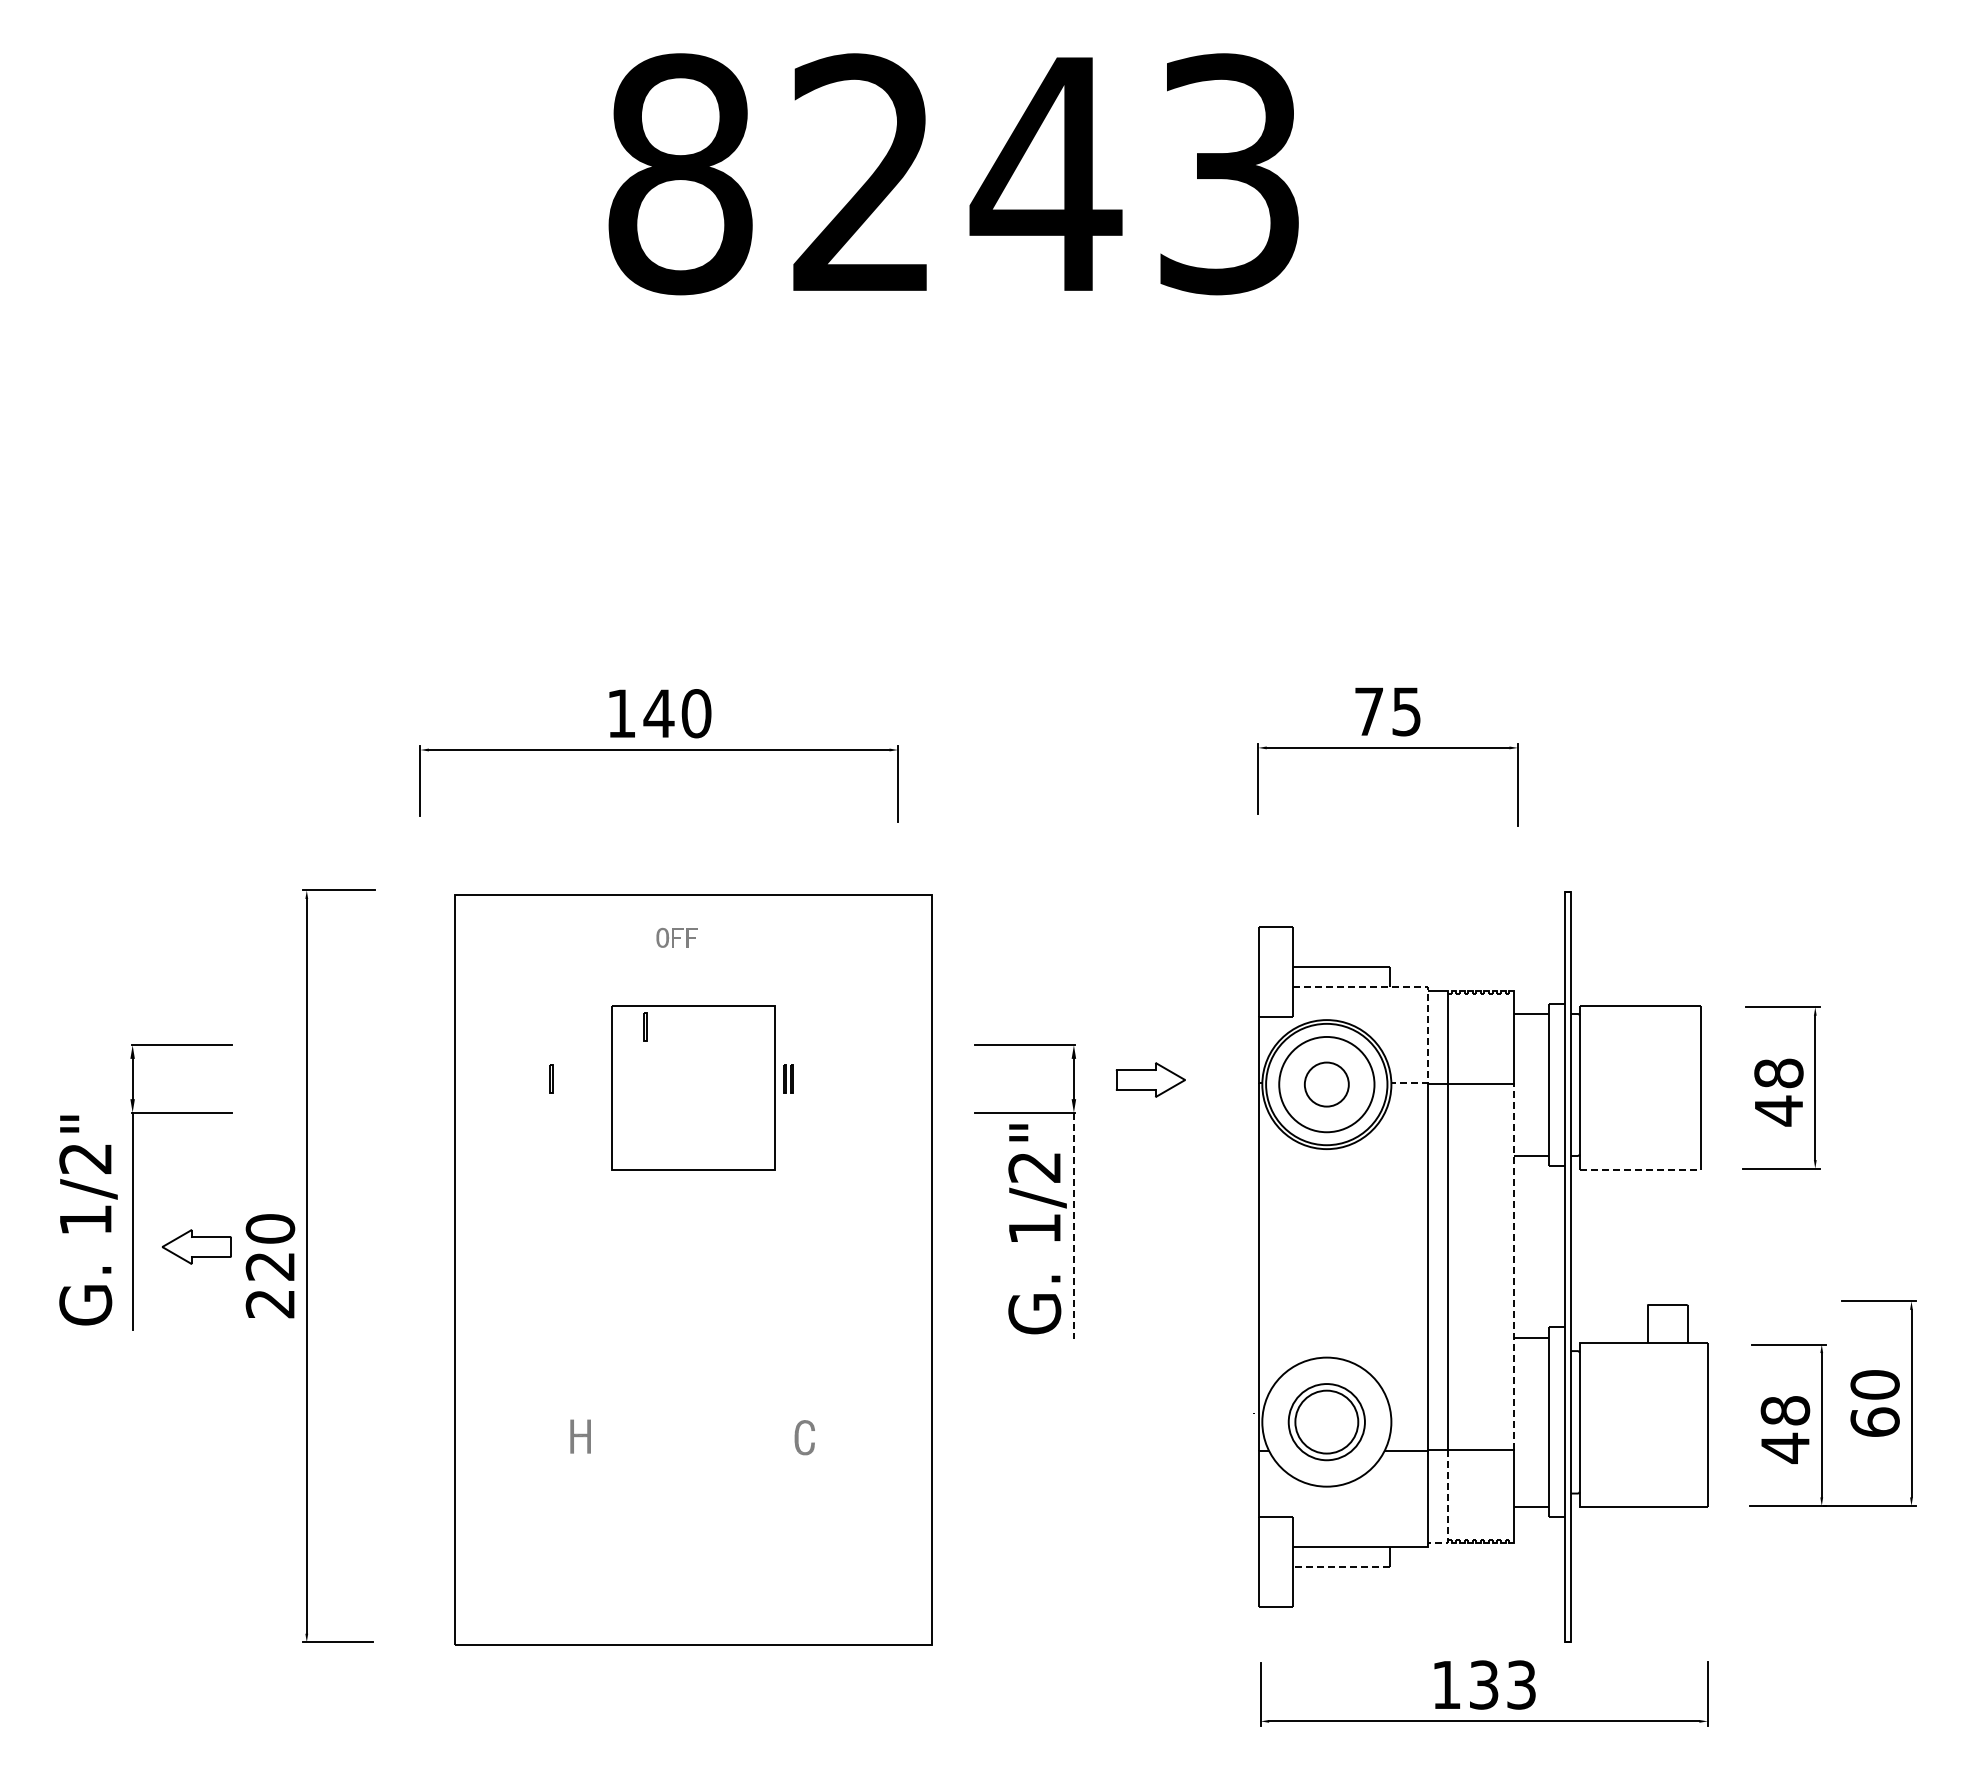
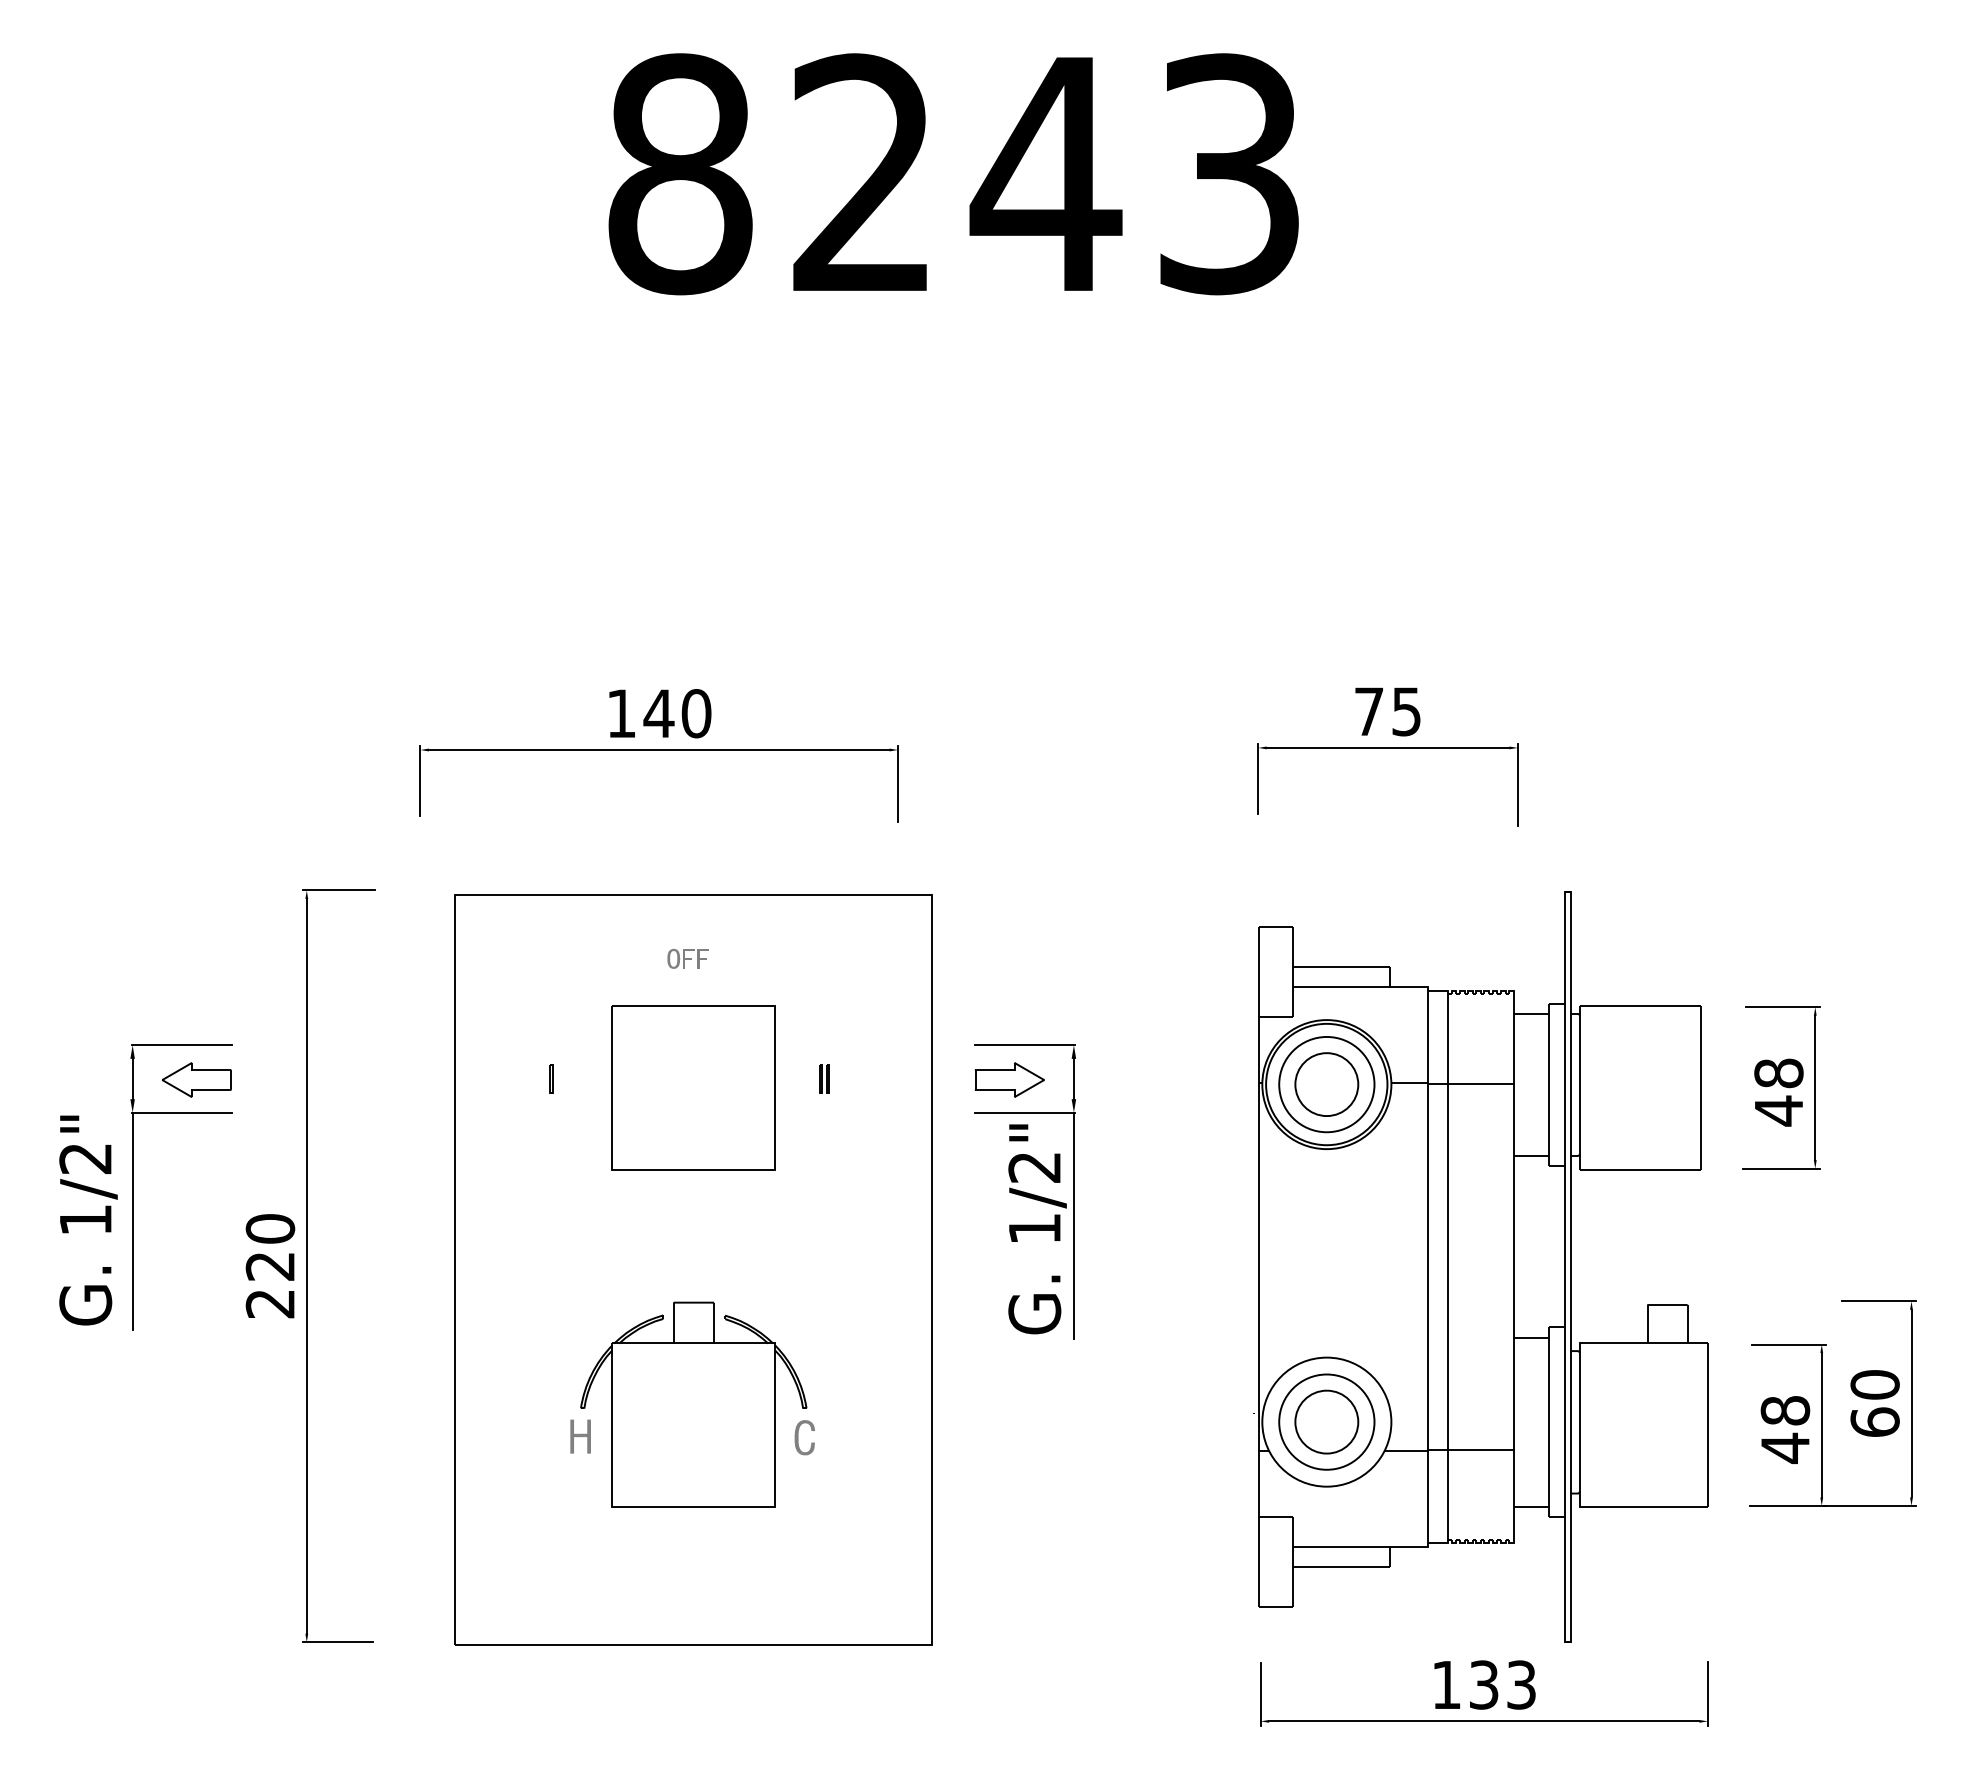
part at (676, 937) position: (676, 937) -> (687, 958)
line at (1428, 986): dashed -> solid
line at (644, 1026): present -> none
part at (788, 1078) position: (788, 1078) -> (824, 1078)
part at (1150, 1079) position: (1150, 1079) -> (1009, 1079)
circle at (1326, 1084) diameter: 44 px -> 63 px
line at (1640, 1169): dashed -> solid
line at (1073, 1226): dashed -> solid
part at (196, 1246) position: (196, 1246) -> (196, 1079)
line at (1513, 1267): dashed -> solid
part at (693, 1404): none -> present
circle at (1326, 1422) diameter: 76 px -> 95 px
line at (1448, 1507): dashed -> solid
line at (1341, 1567): dashed -> solid
